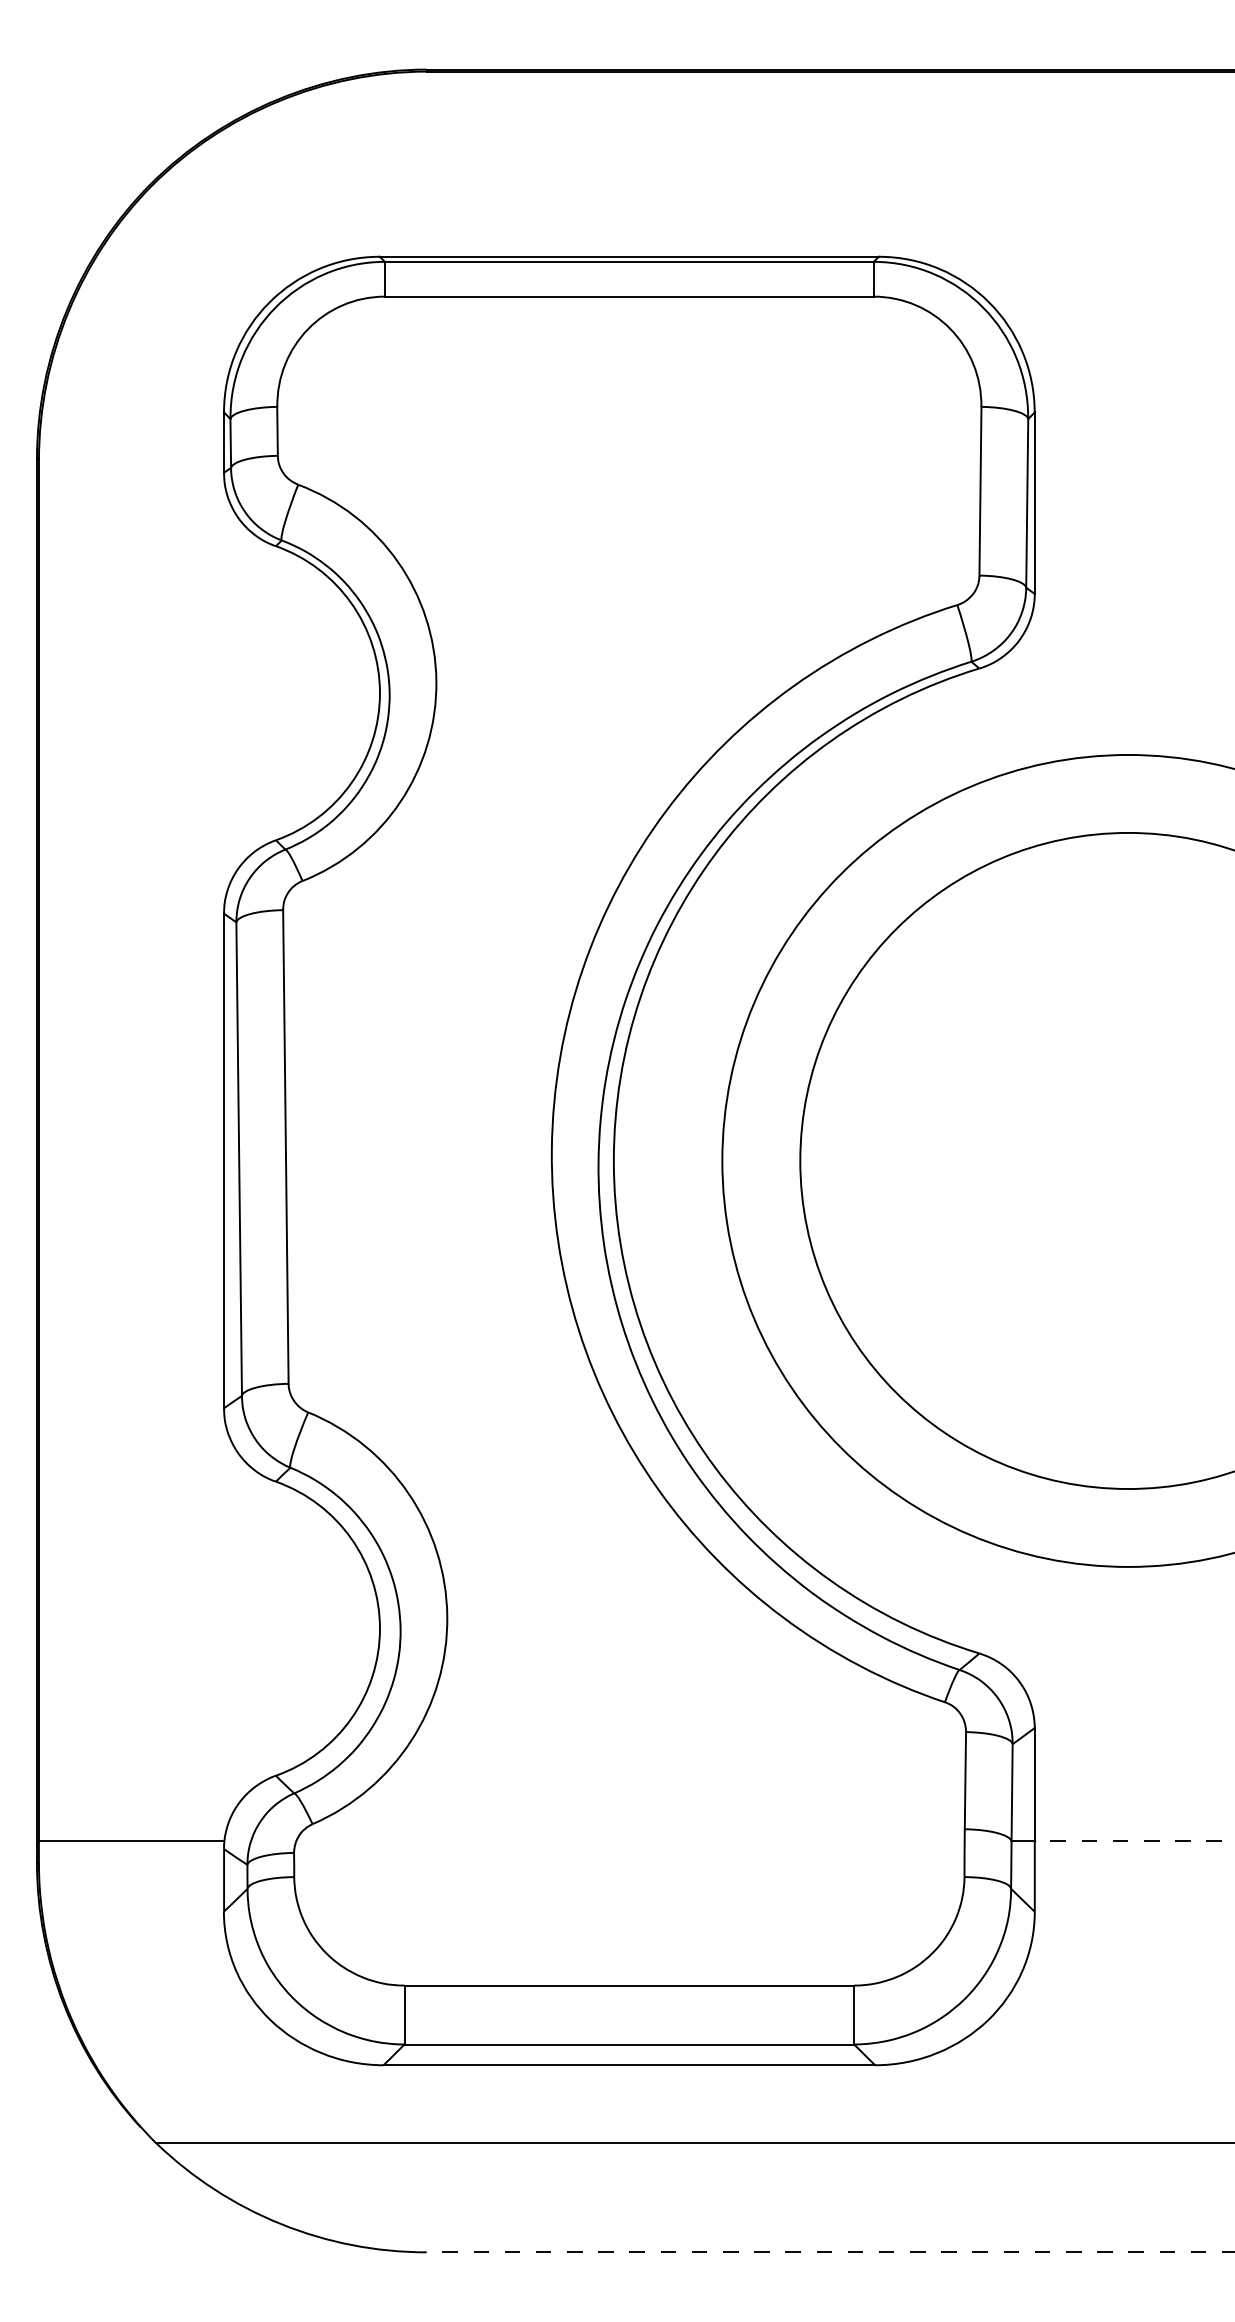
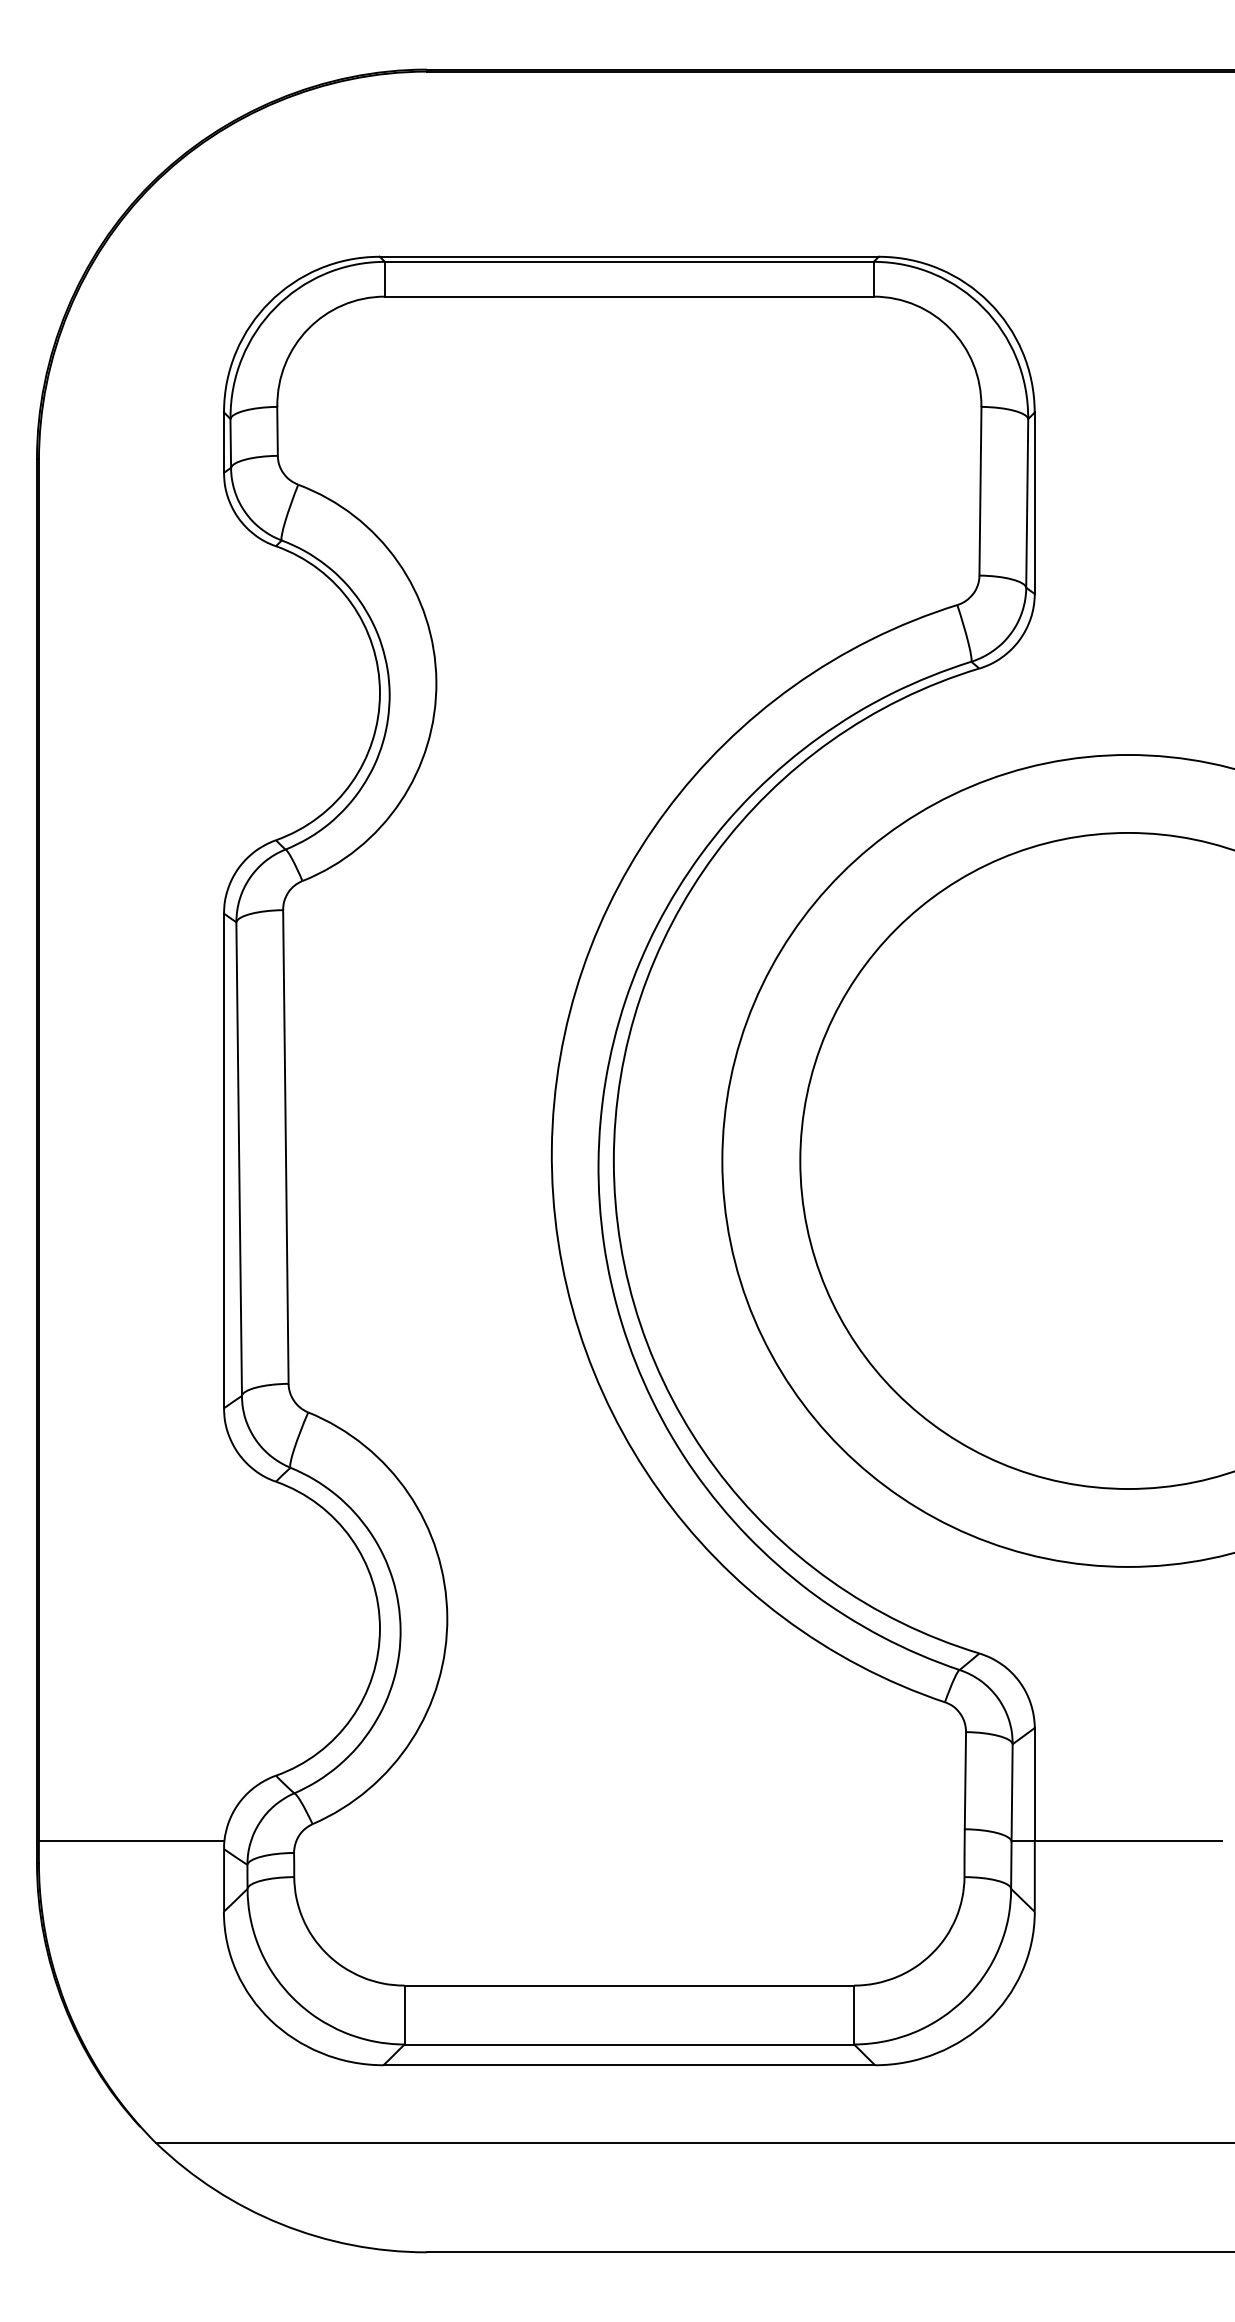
line at (1128, 1841): dashed -> solid
line at (830, 2252): dashed -> solid
